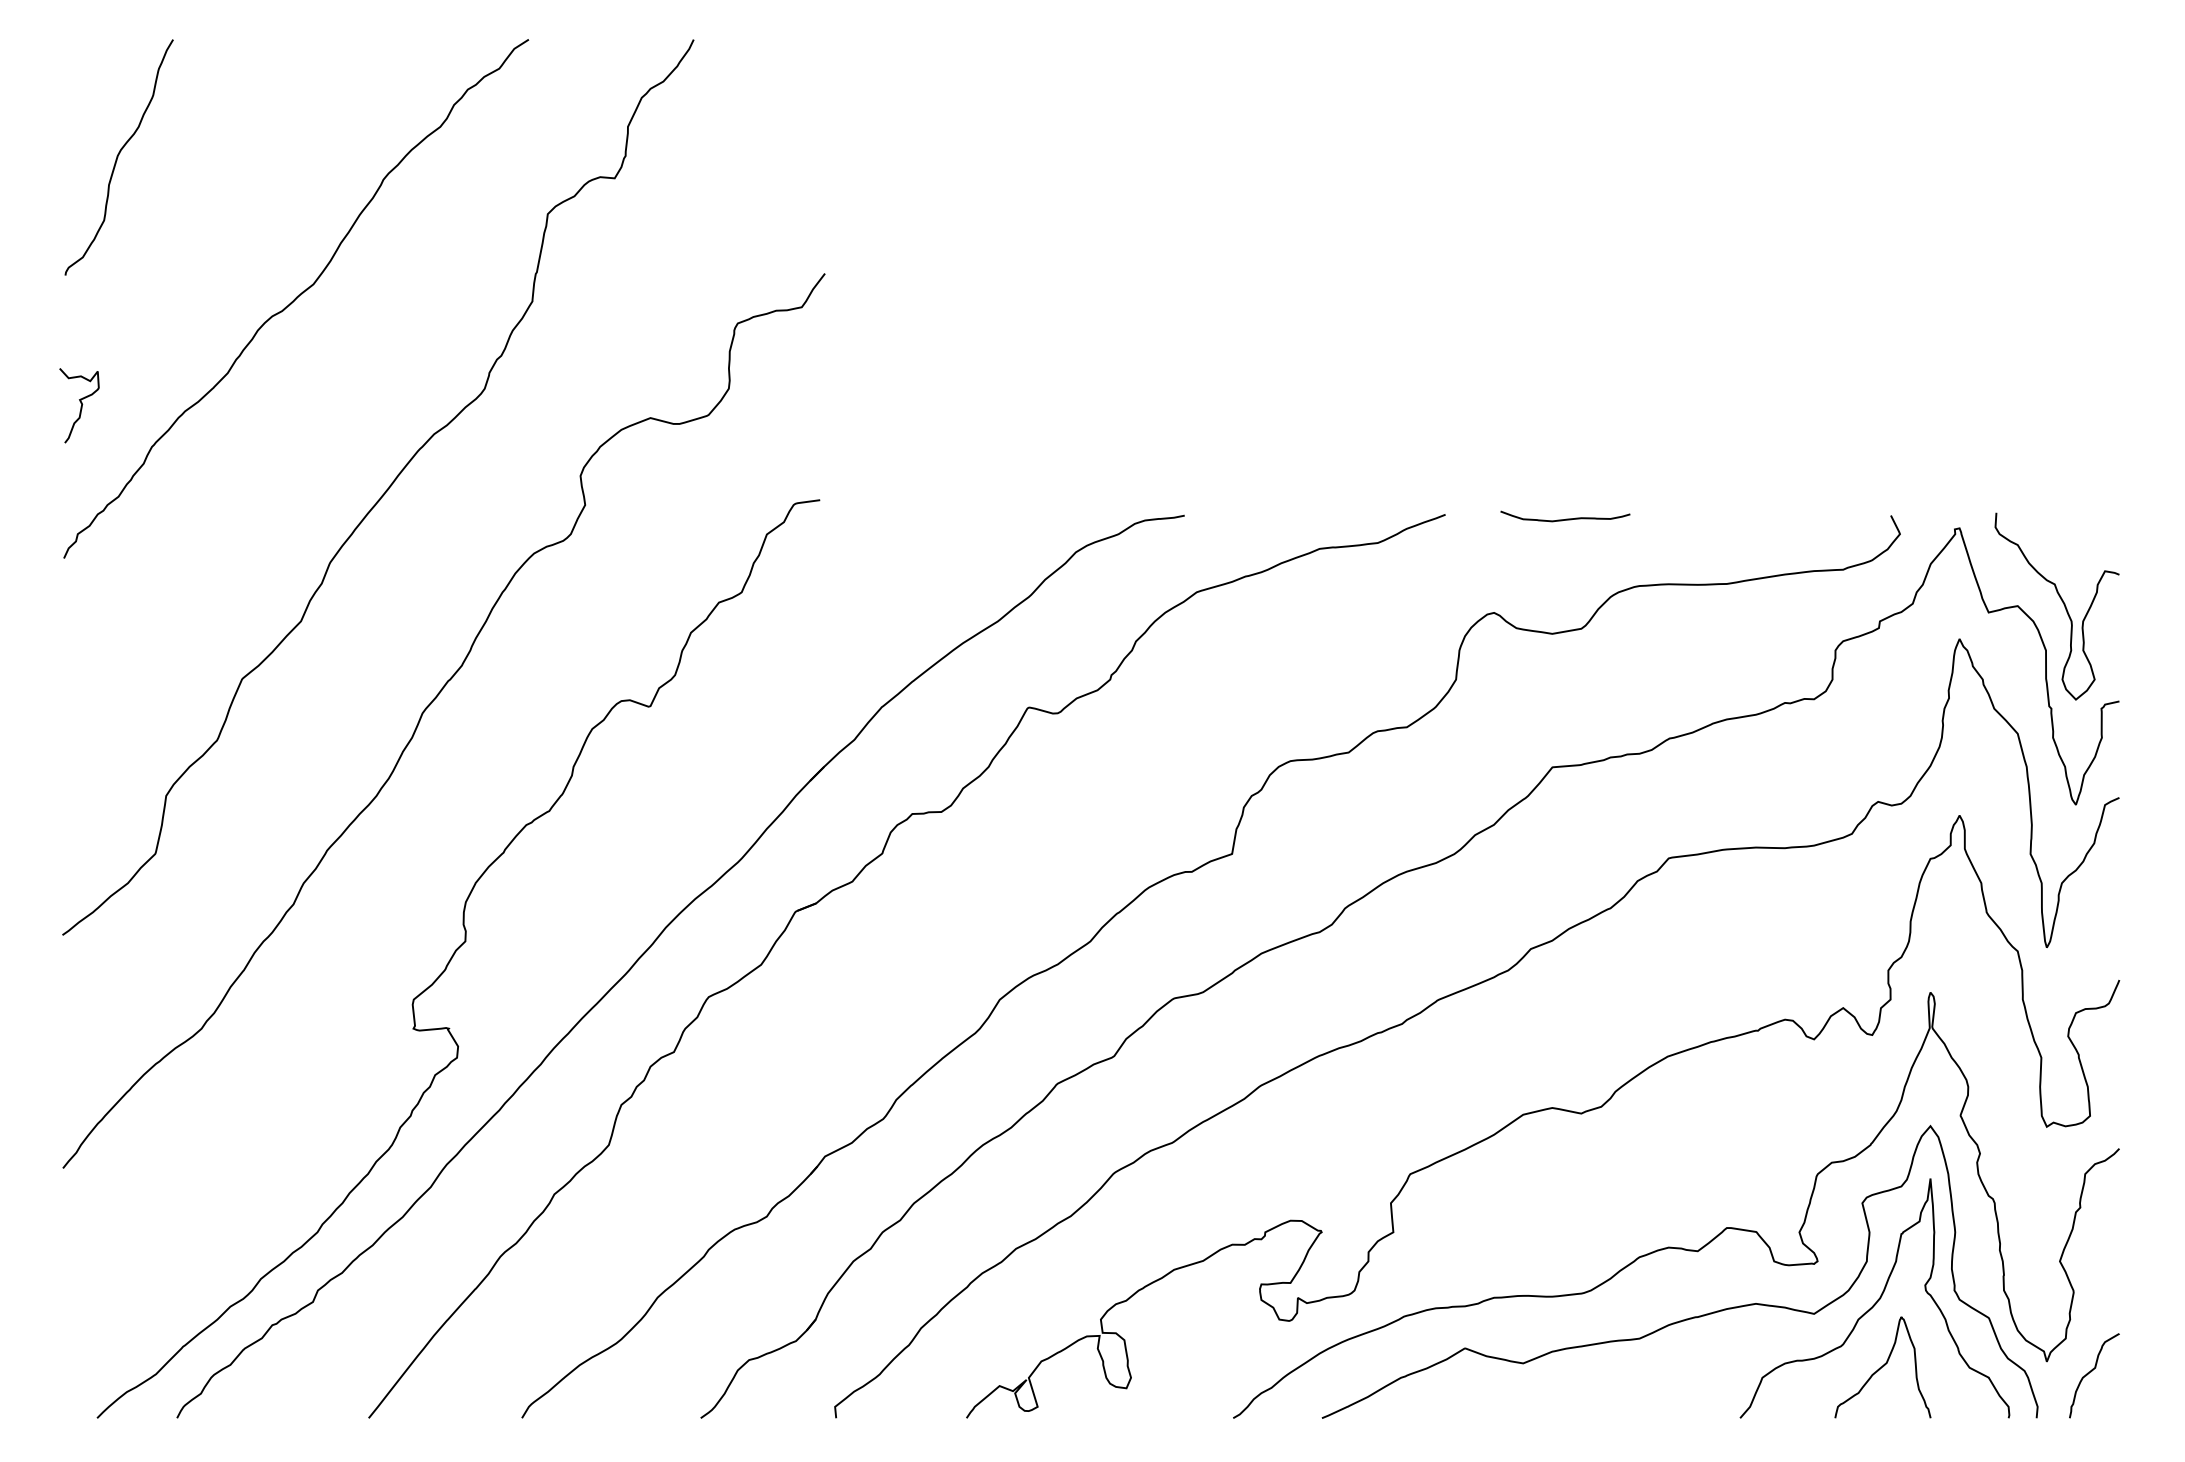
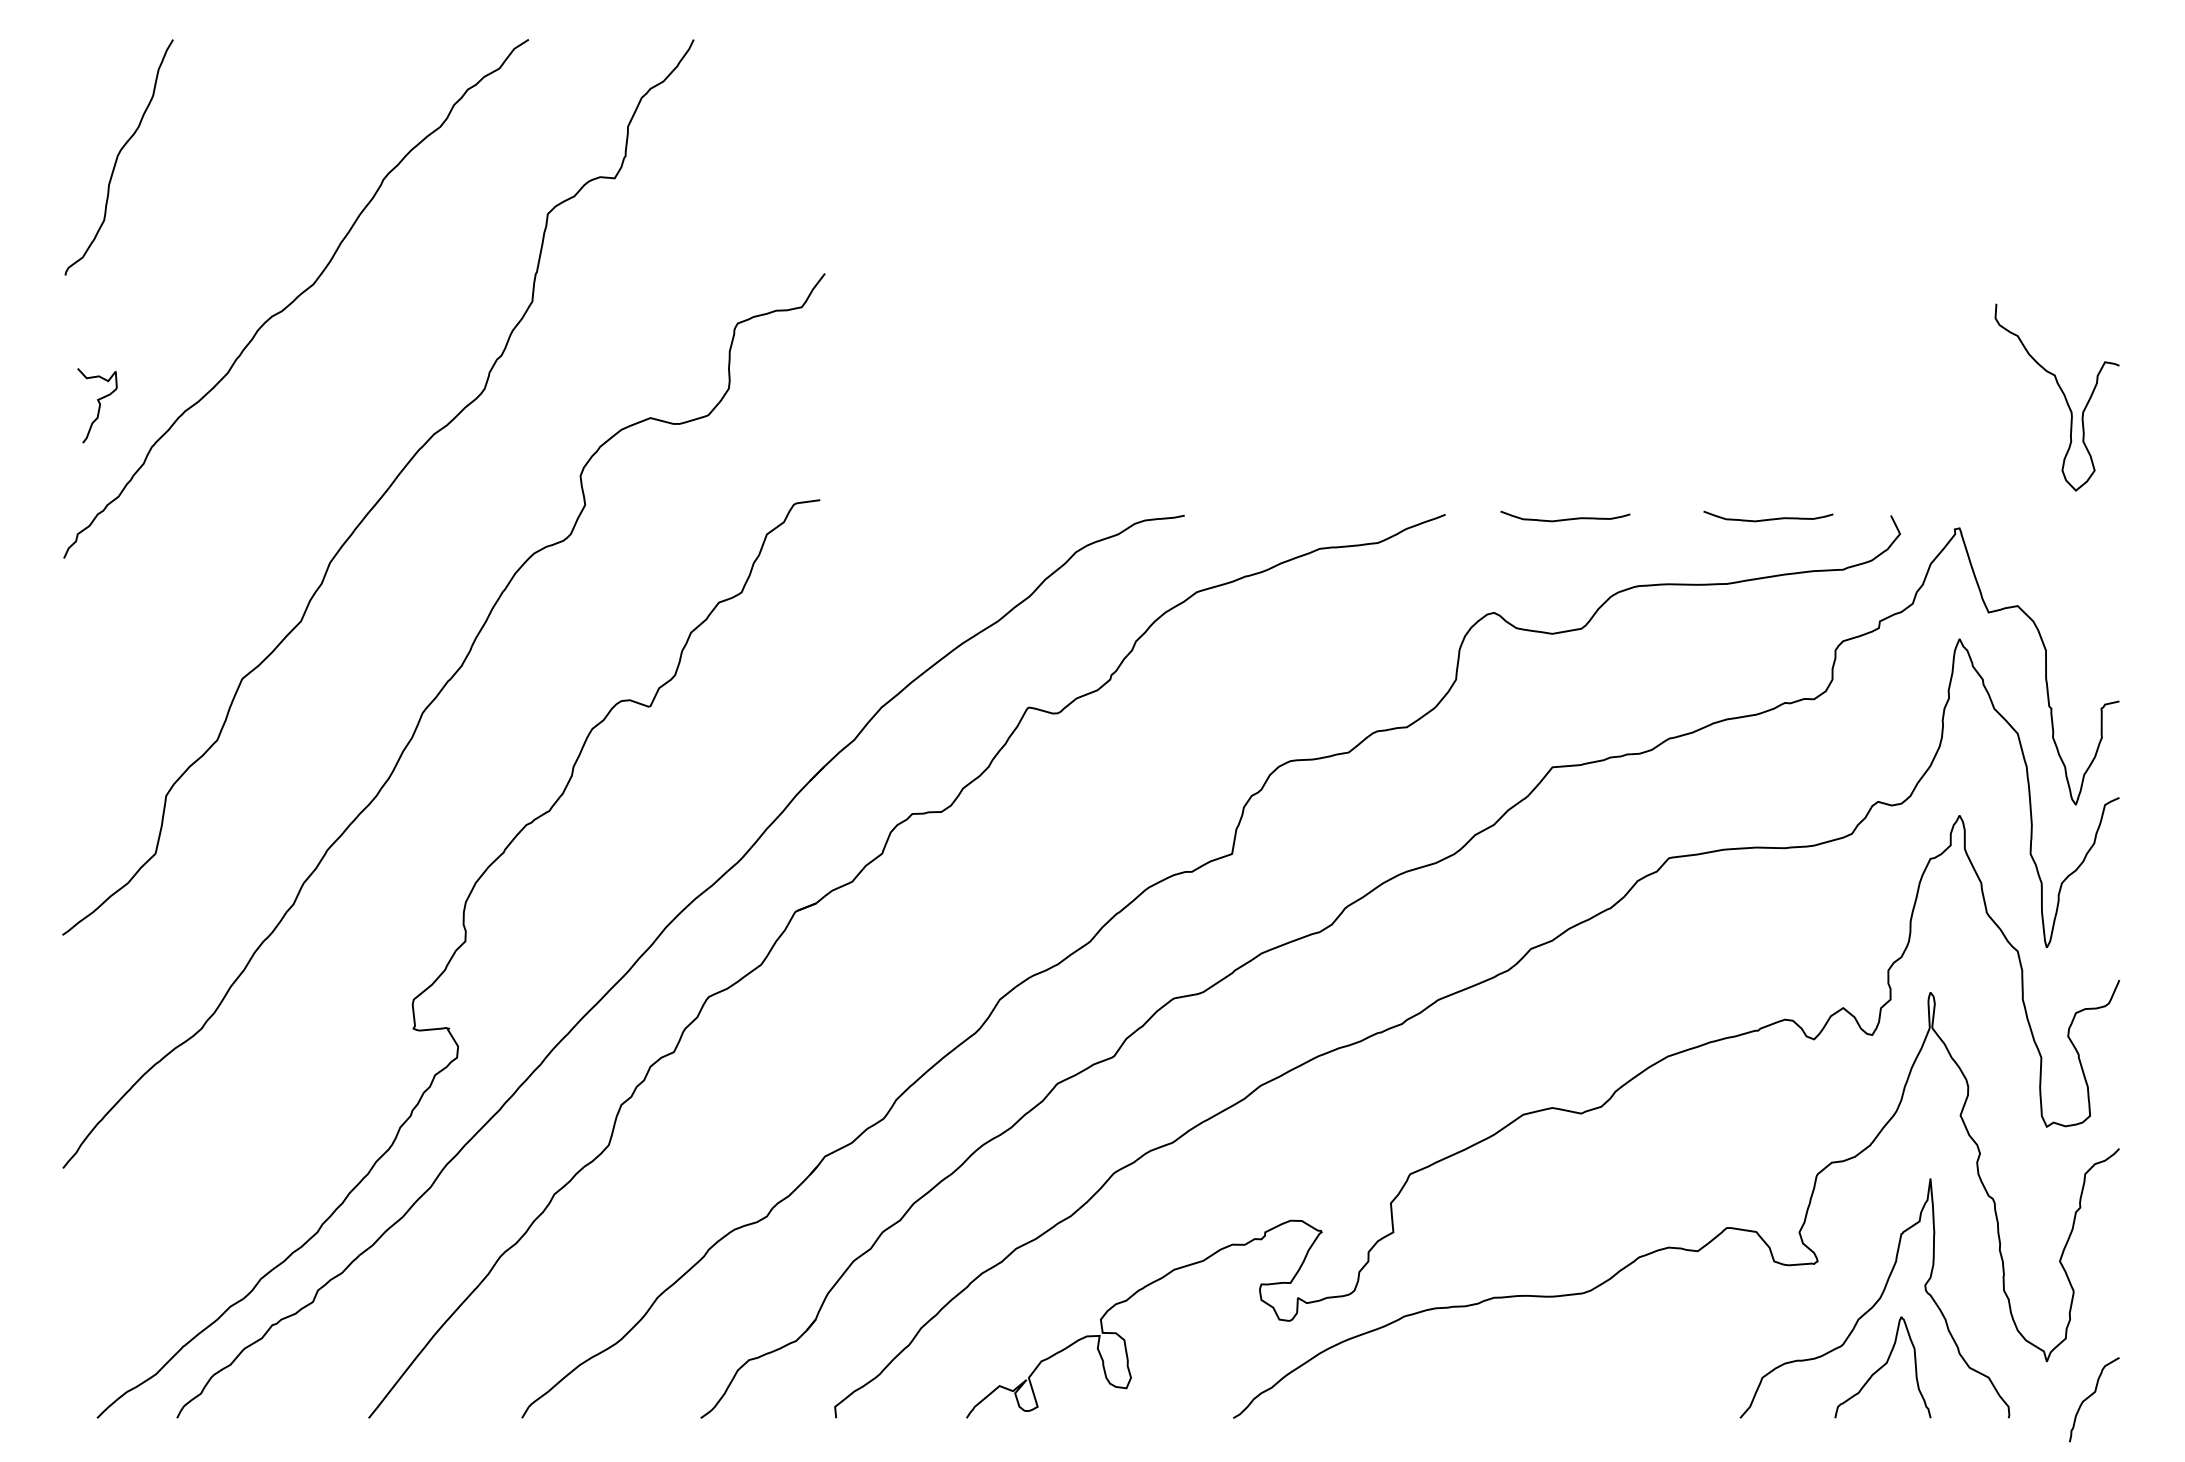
curve at (80, 406) position: (80, 406) -> (98, 406)
curve at (1769, 518): none -> present
curve at (2061, 601) position: (2061, 601) -> (2061, 392)
curve at (1689, 1317): present -> none
curve at (2091, 1372) position: (2091, 1372) -> (2091, 1396)
